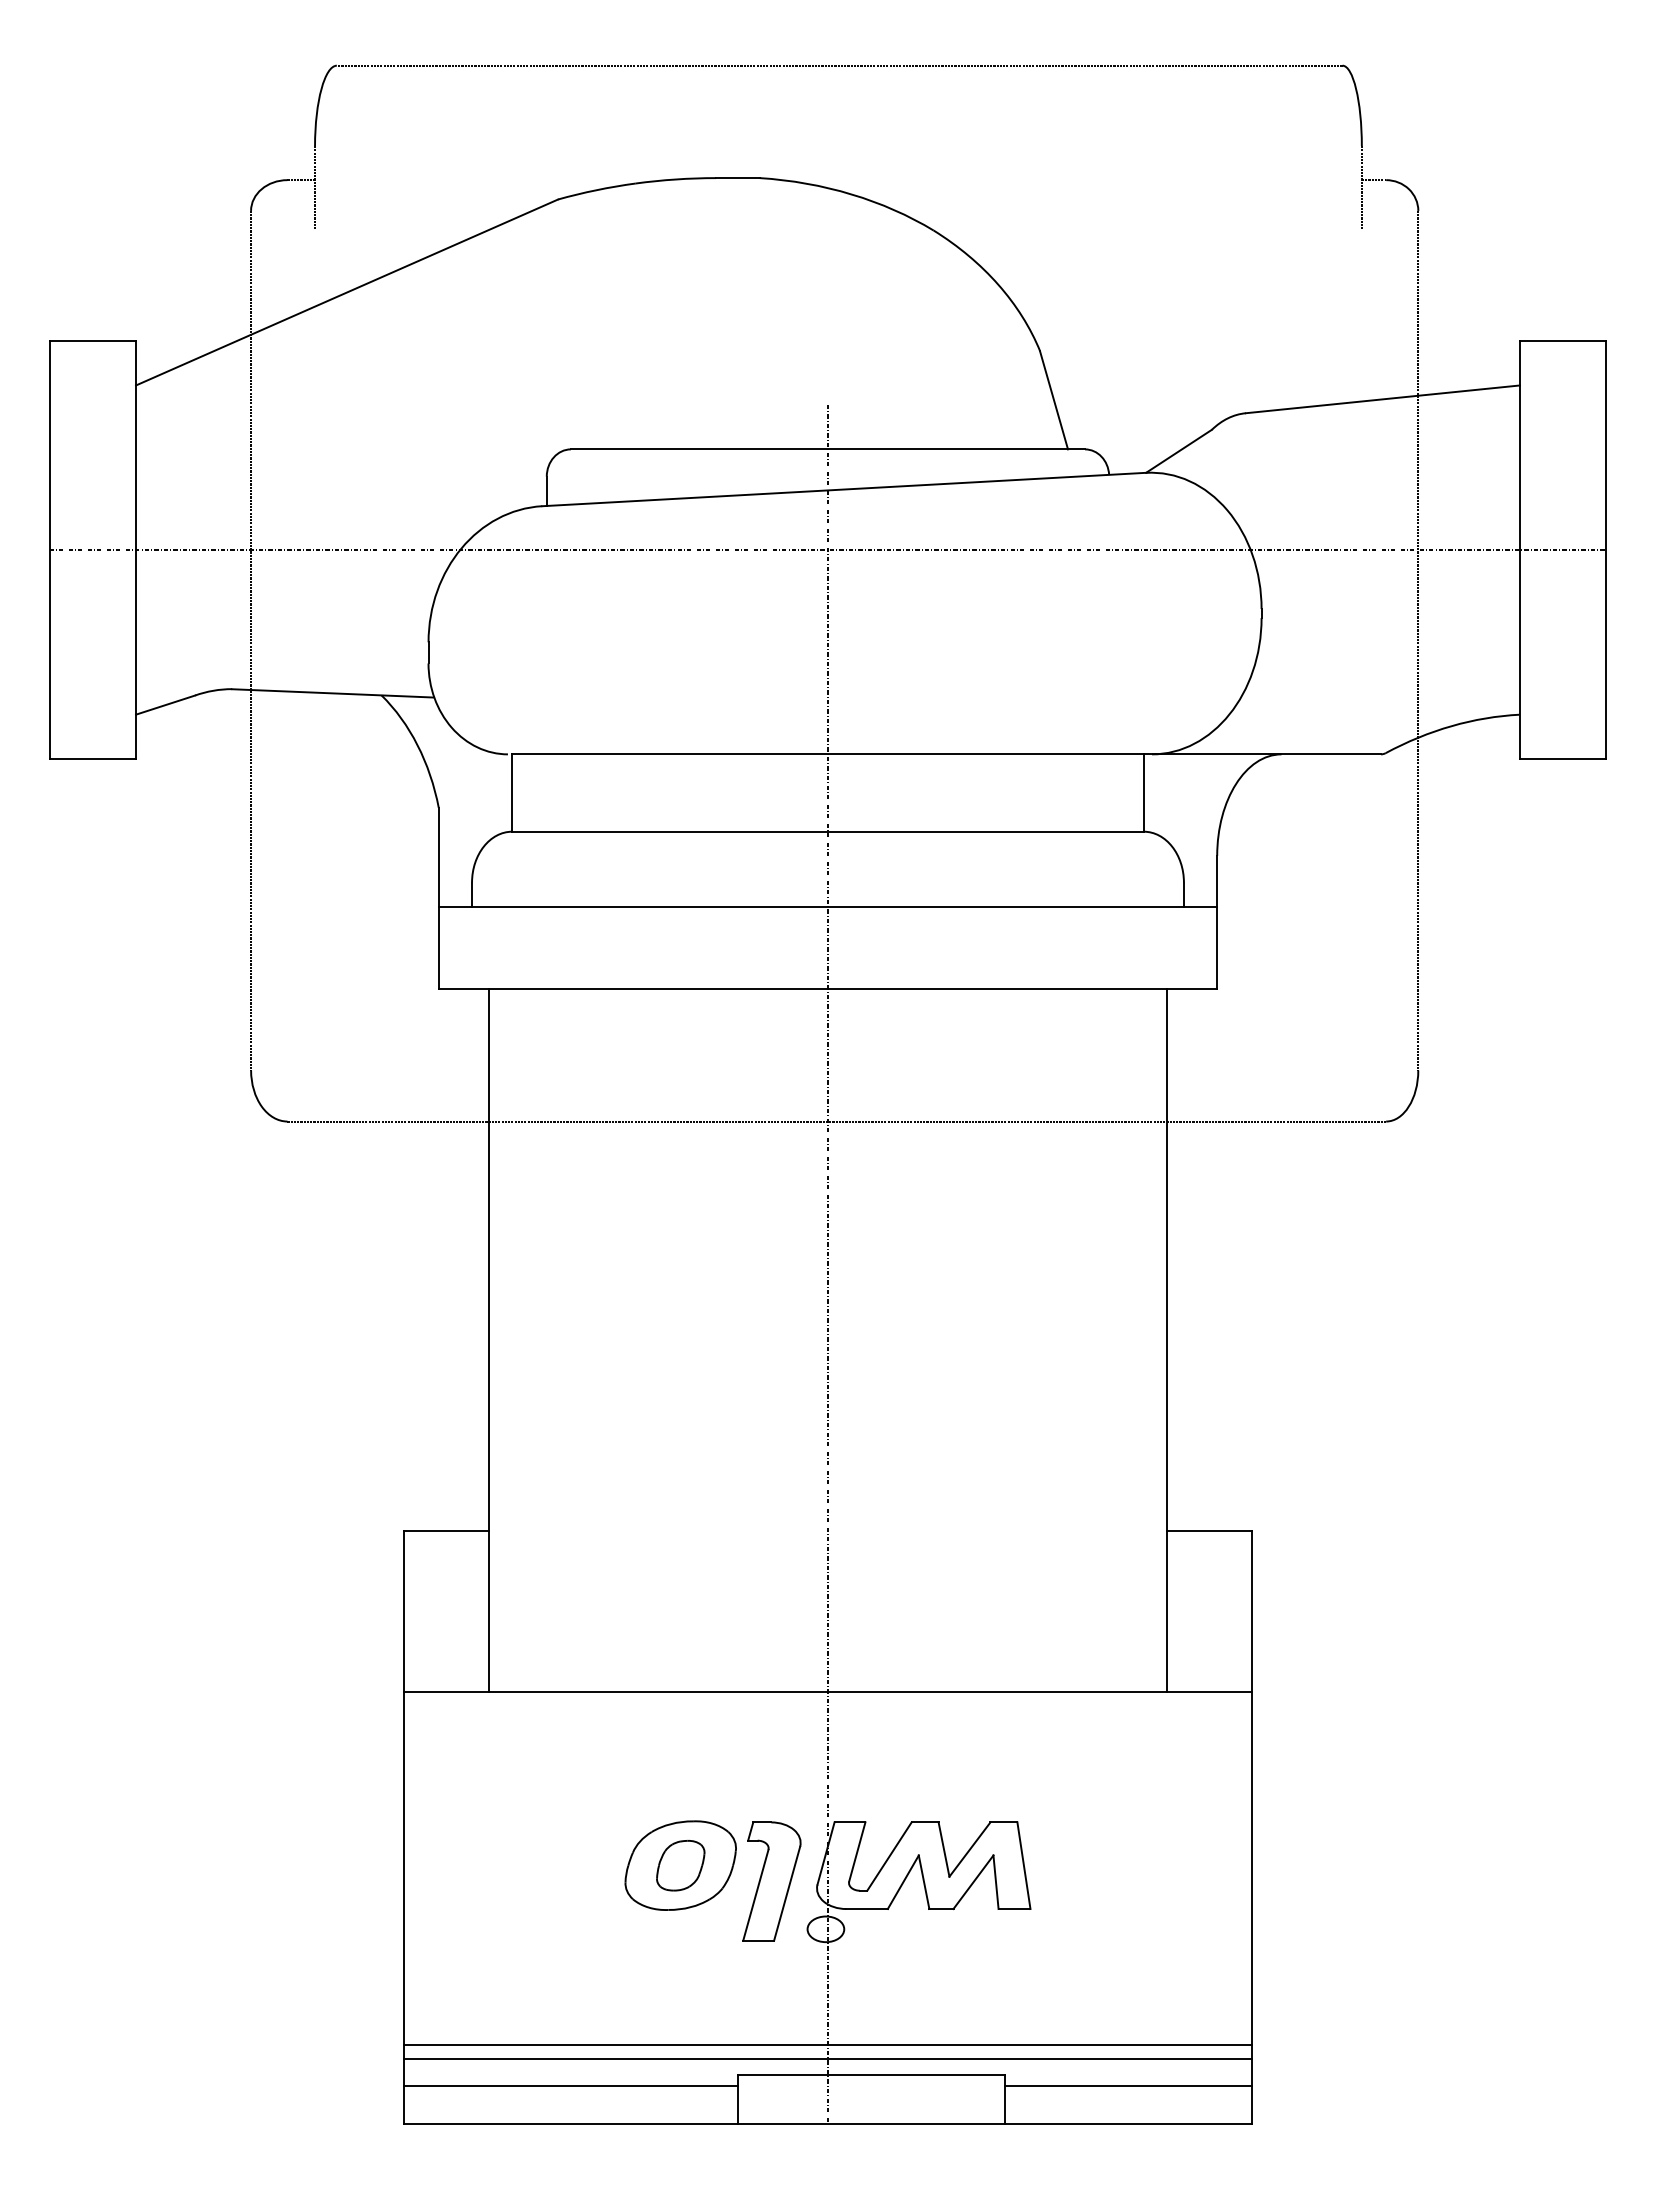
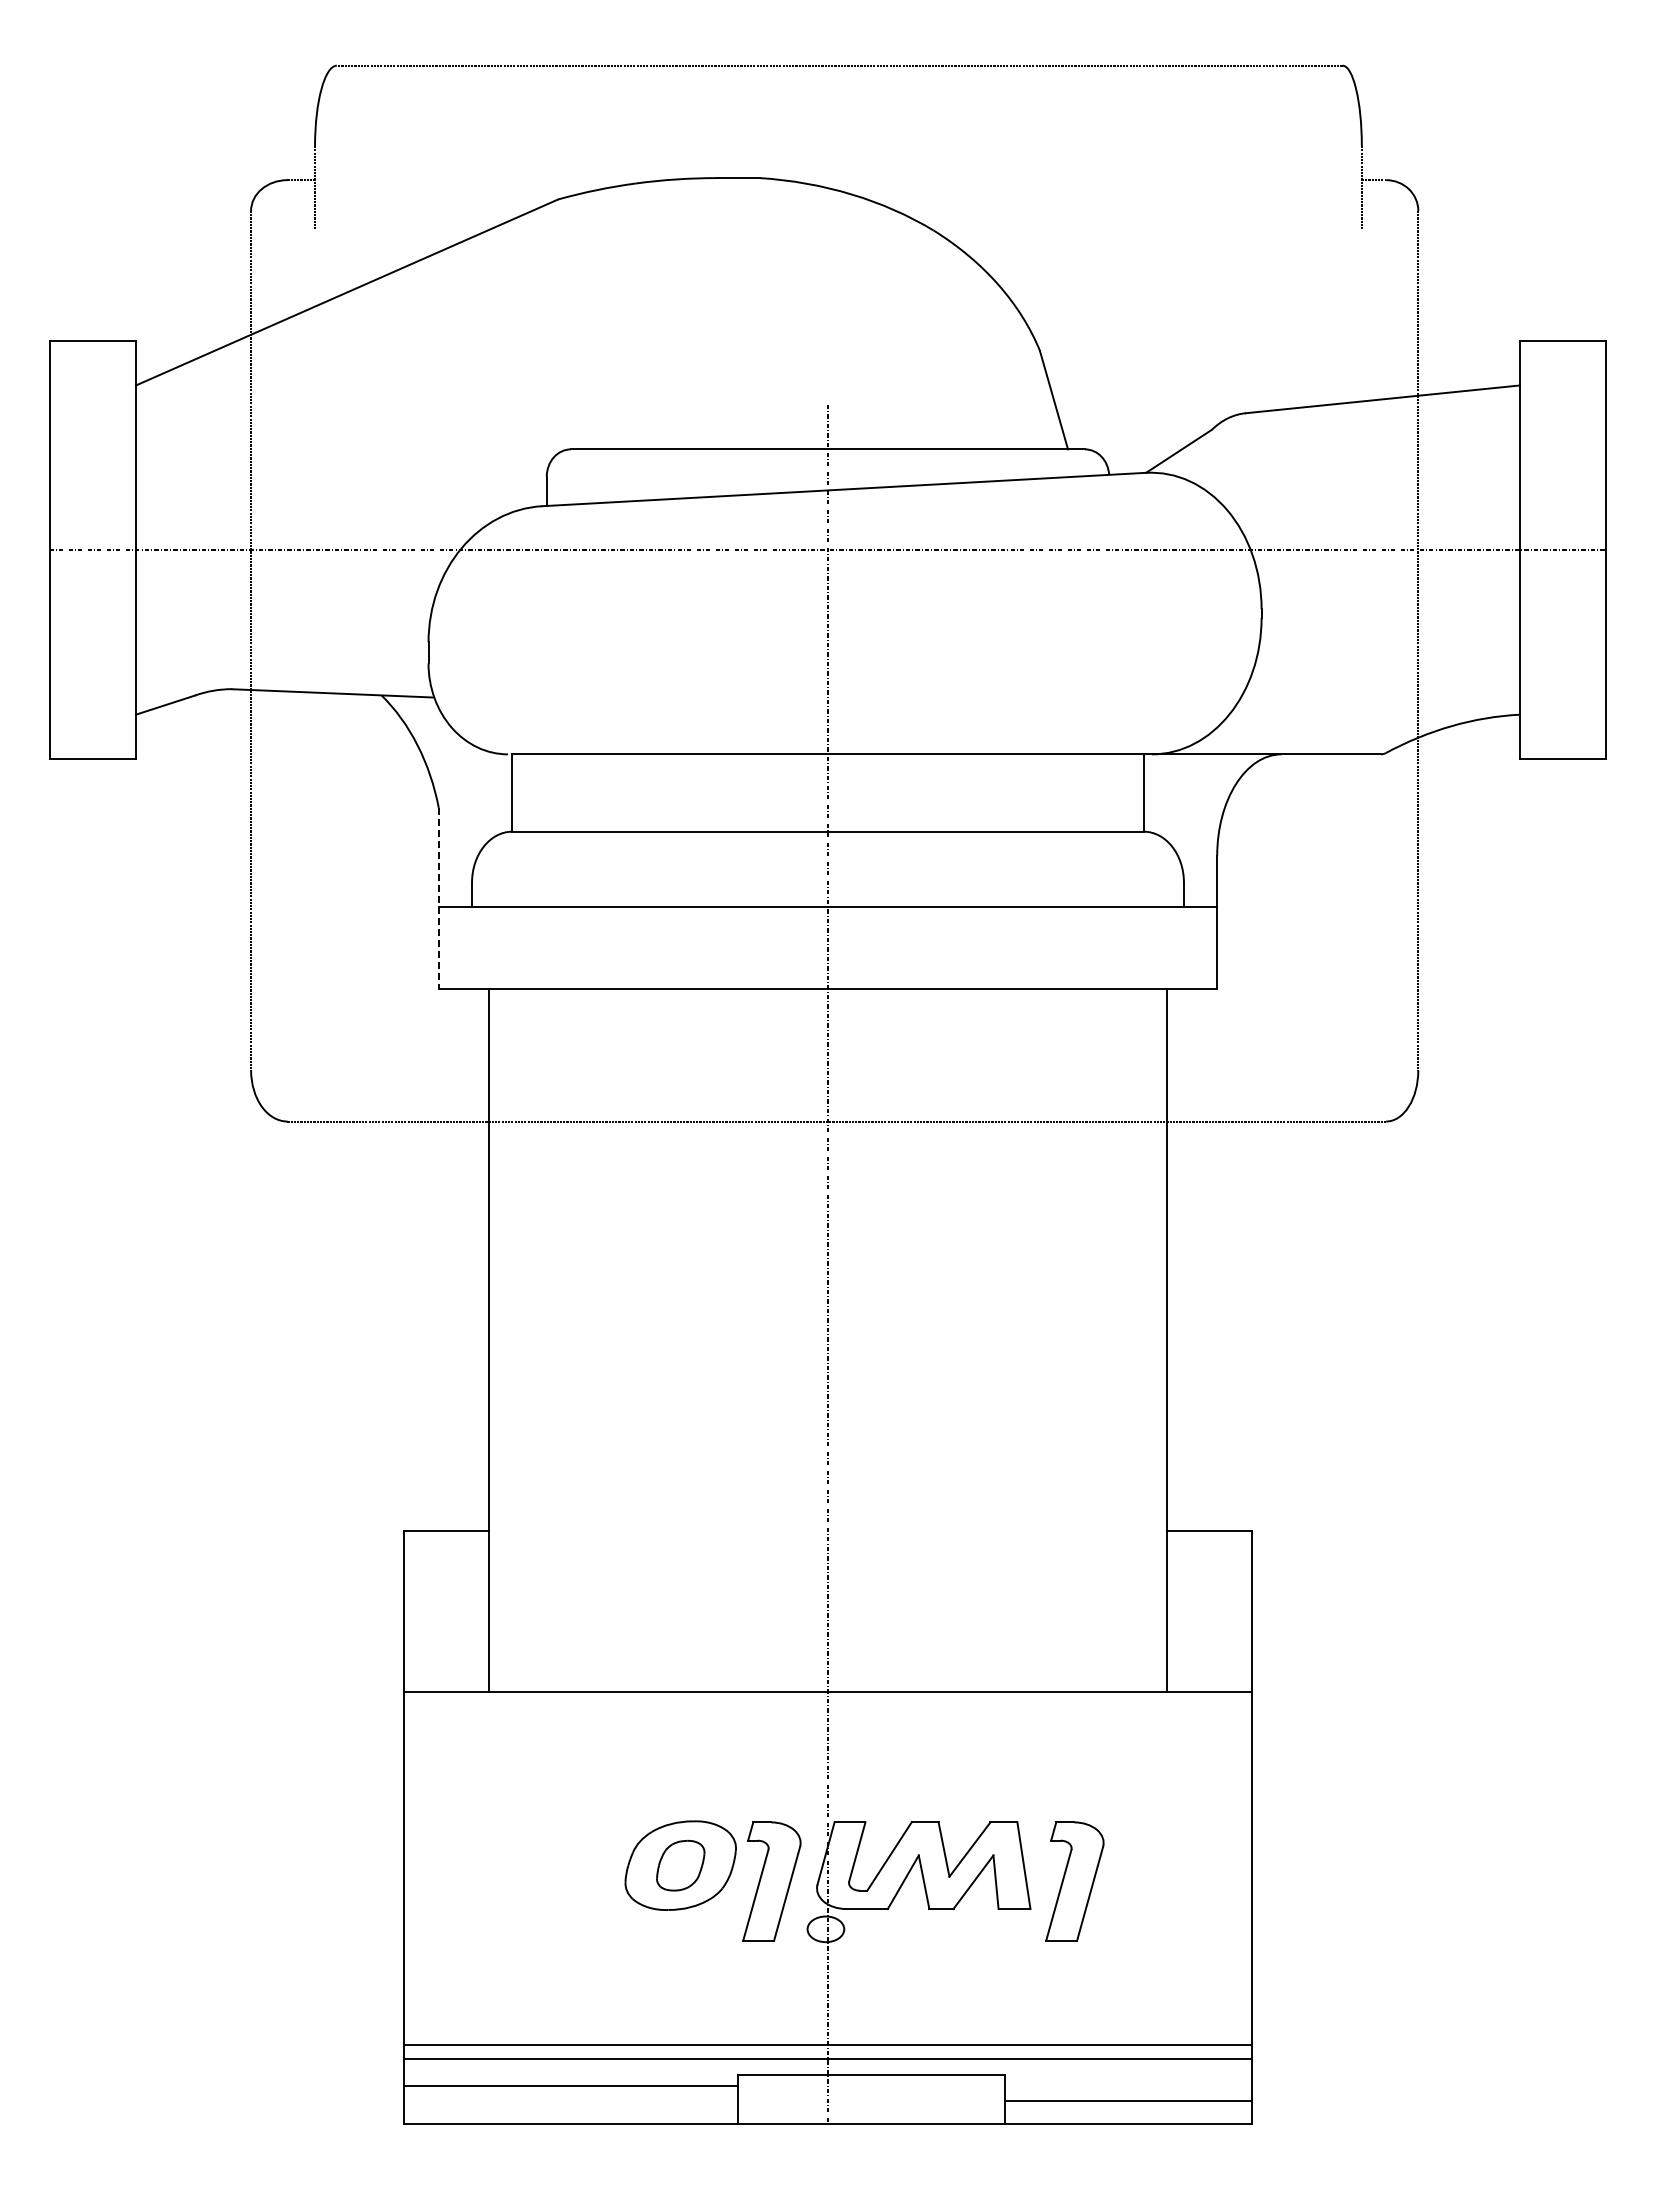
line at (438, 898): solid -> dashed
part at (1074, 1881): none -> present
line at (1128, 2086) position: (1128, 2086) -> (1128, 2101)
